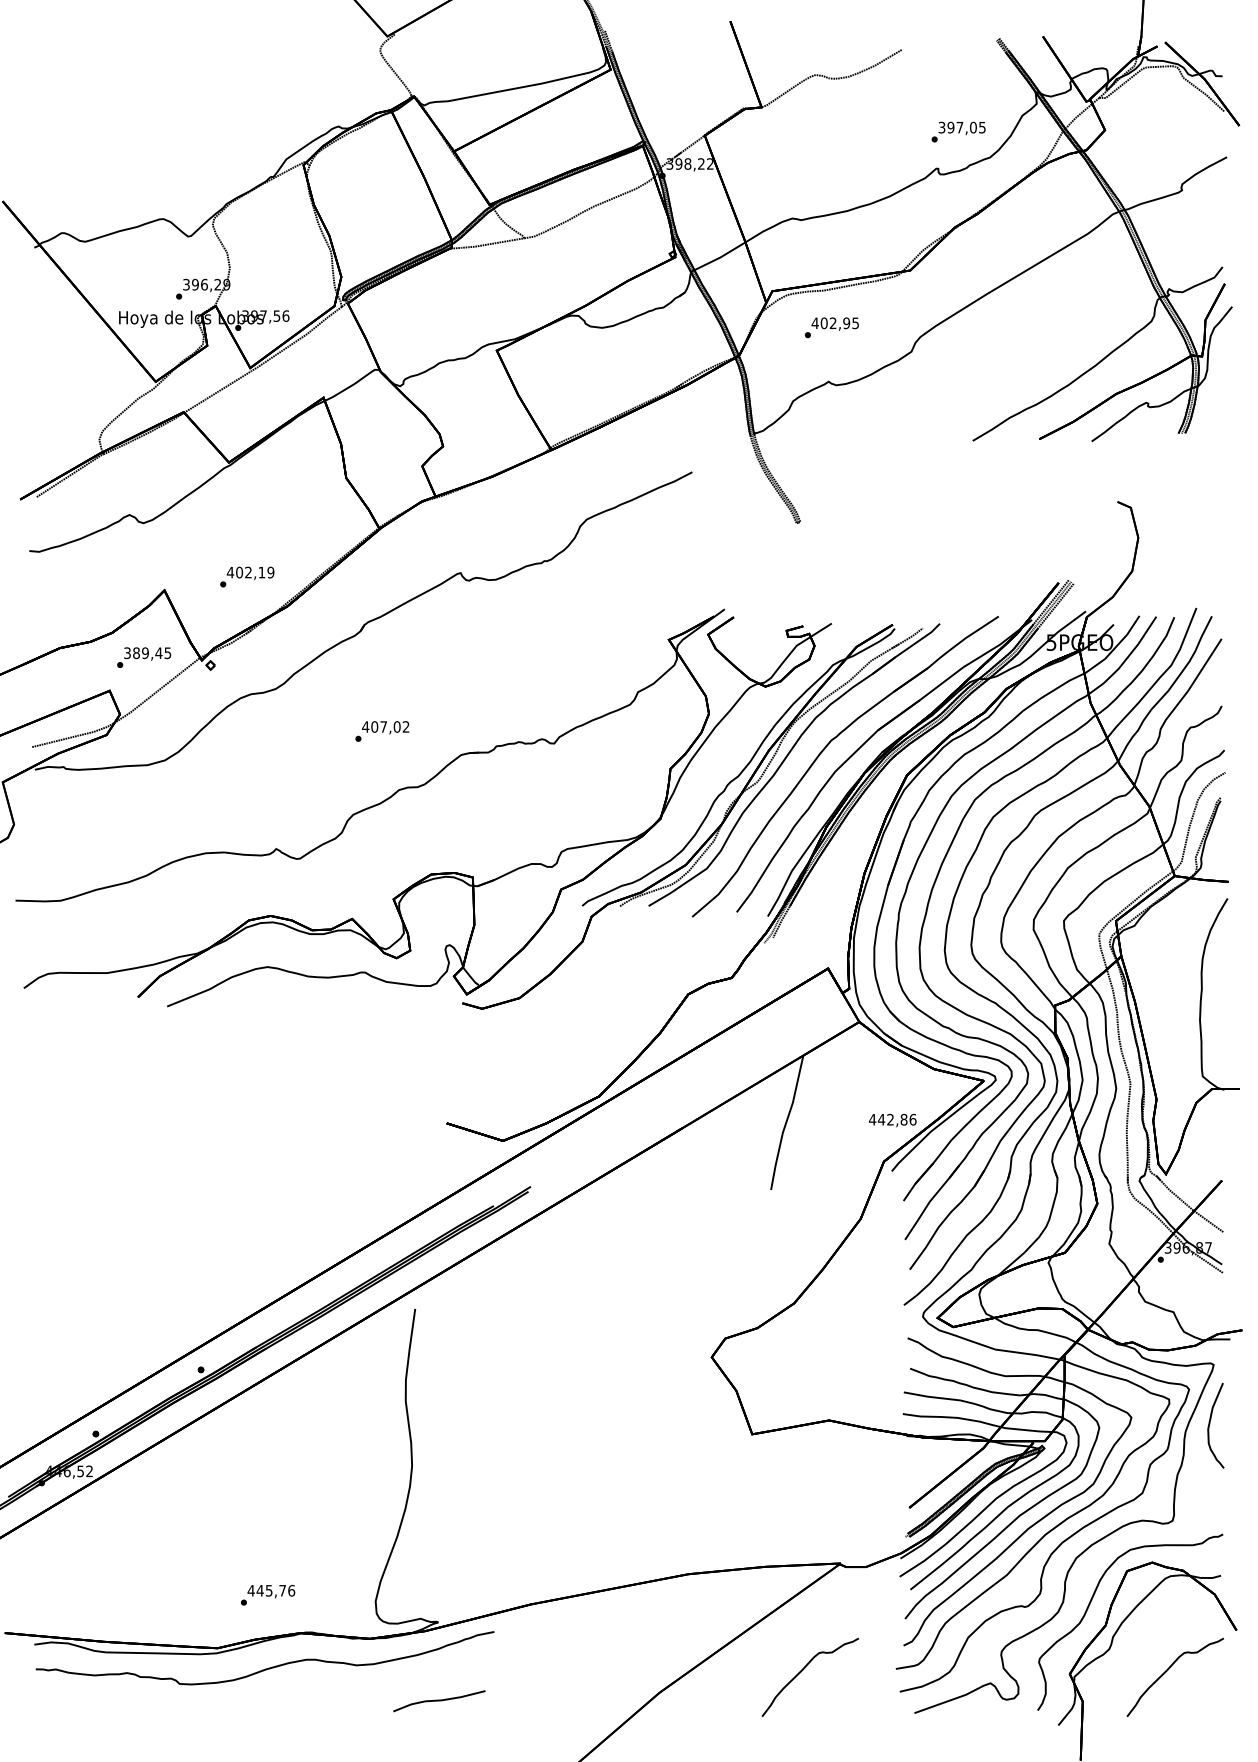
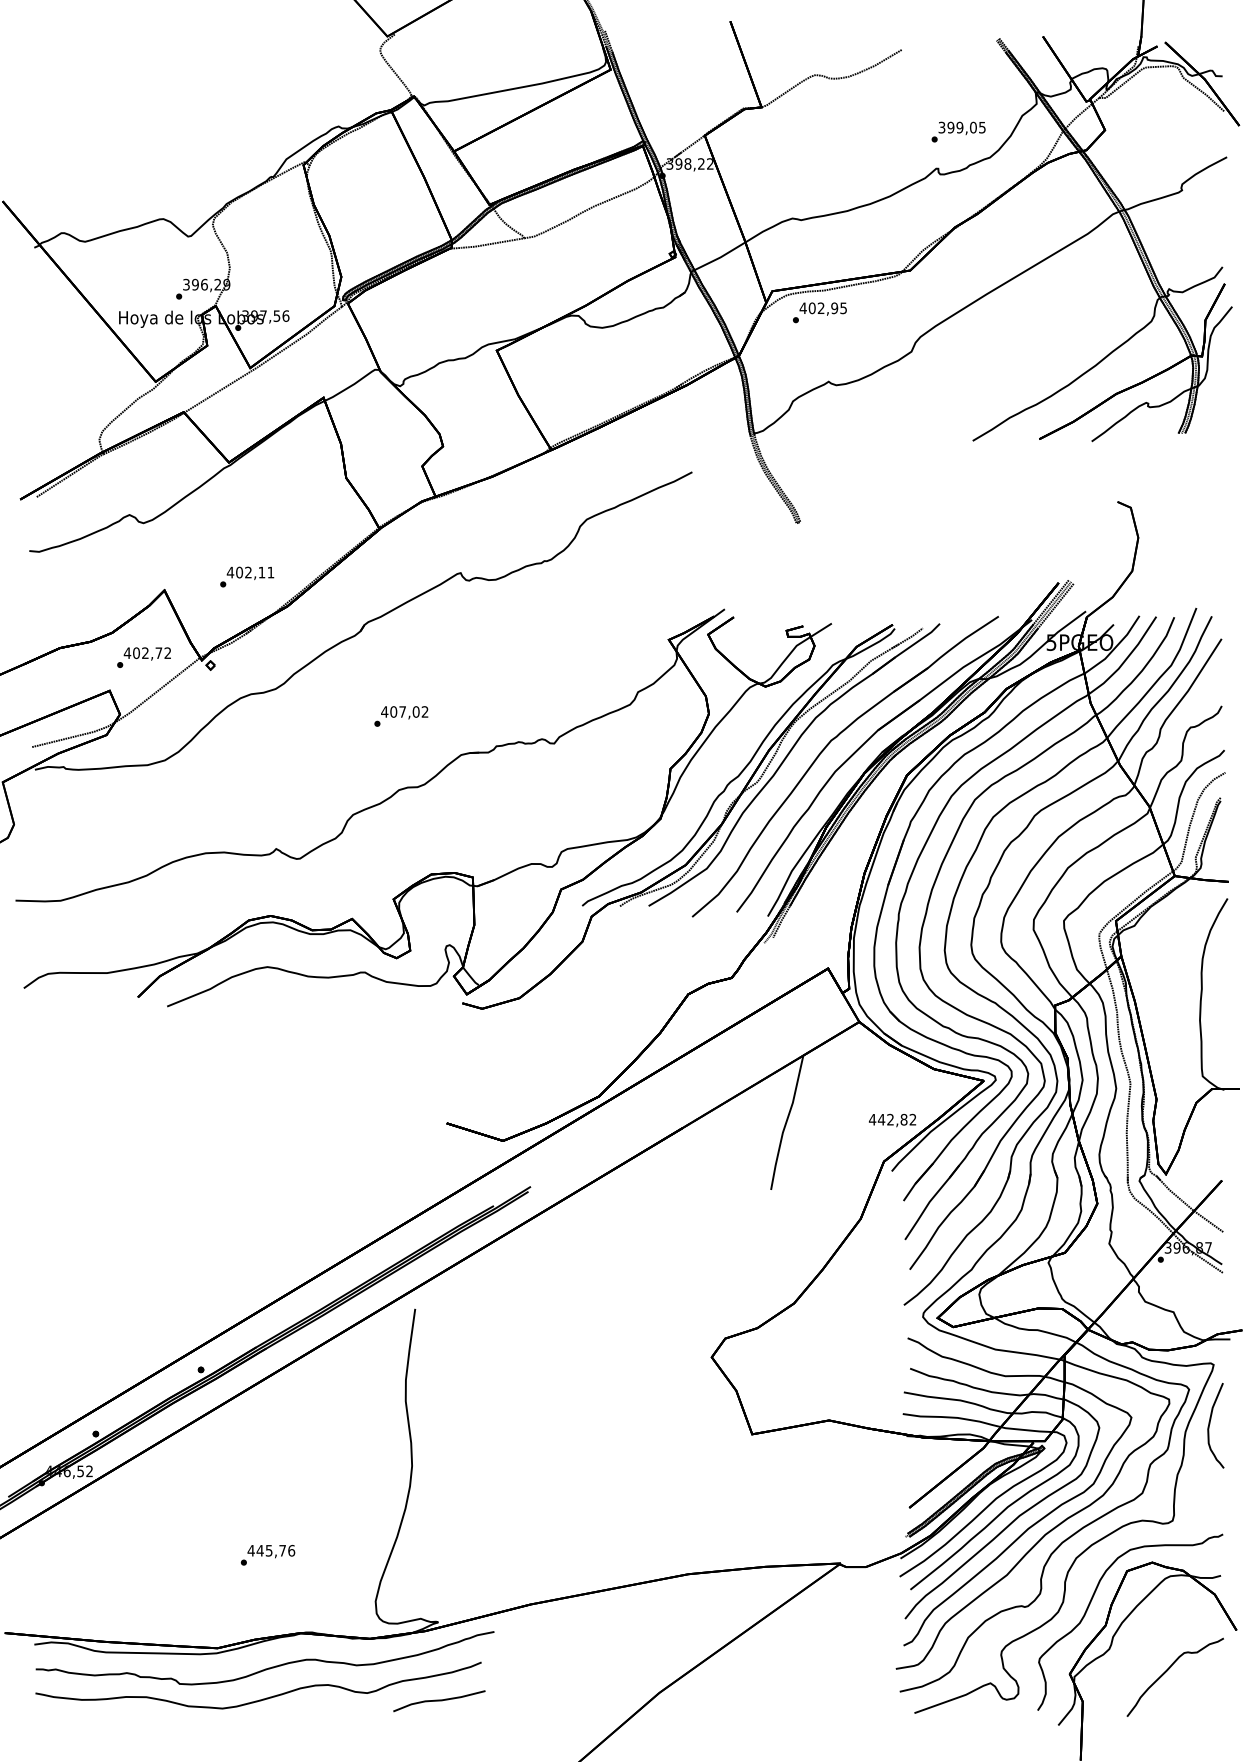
text at (959, 127): 397,05 -> 399,05
text at (831, 327) position: (831, 327) -> (819, 312)
text at (270, 572): 402,19 -> 402,11
text at (147, 653): 389,45 -> 402,72
text at (382, 731) position: (382, 731) -> (401, 716)
text at (912, 1119): 442,86 -> 442,82
text at (267, 1595) position: (267, 1595) -> (267, 1555)
curve at (803, 1670): present -> none
part at (263, 1698): none -> present
